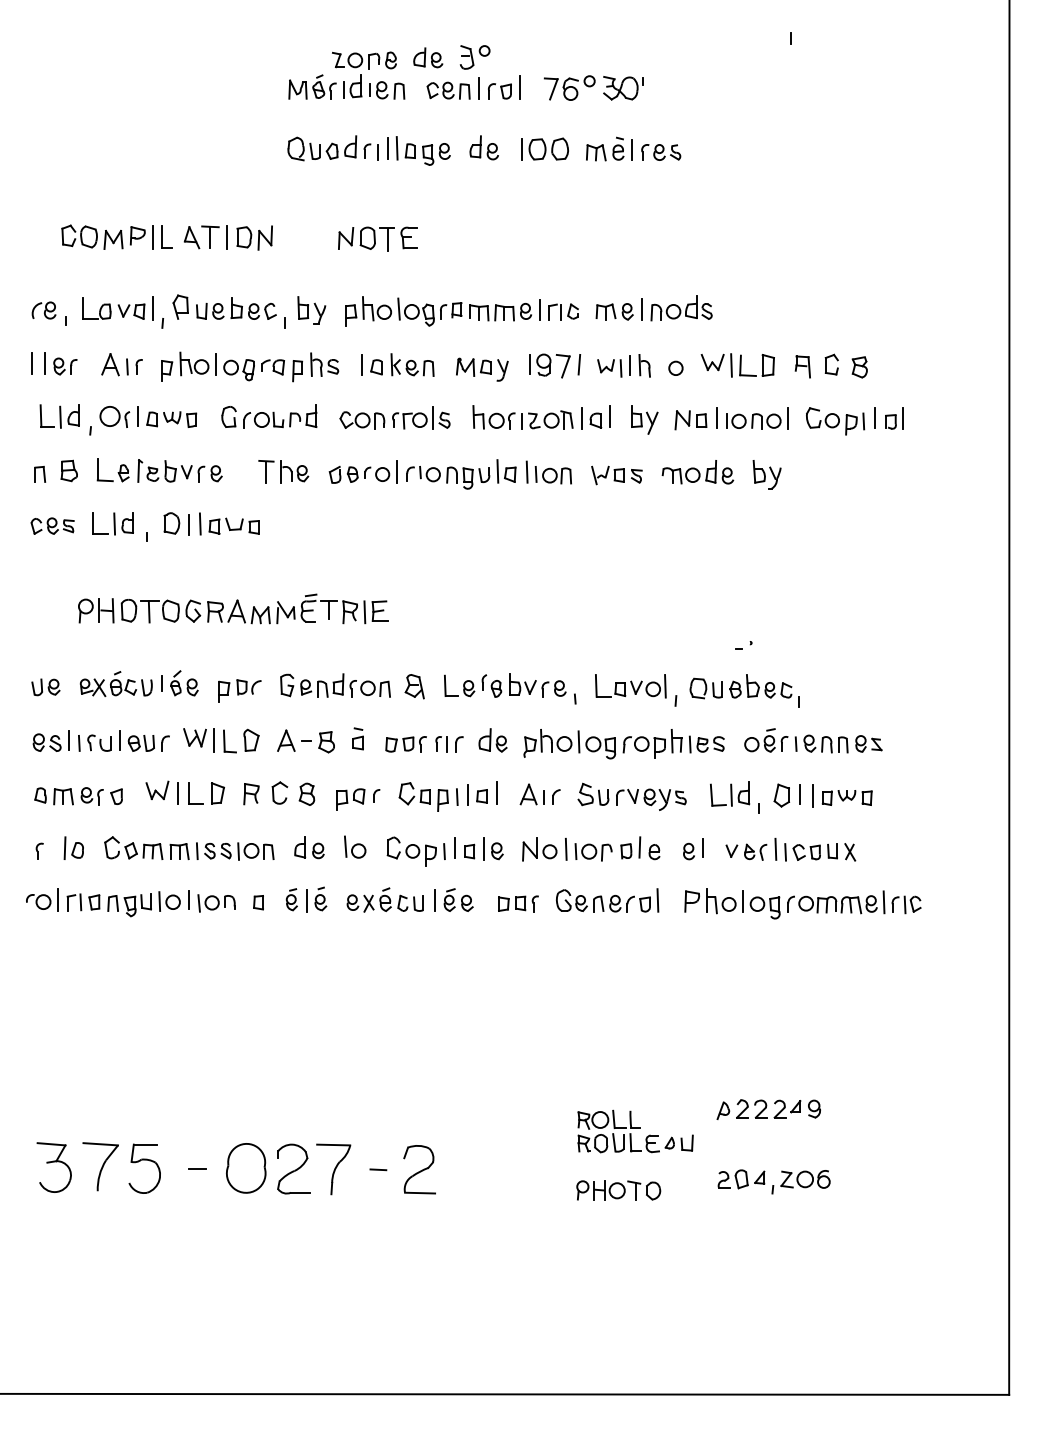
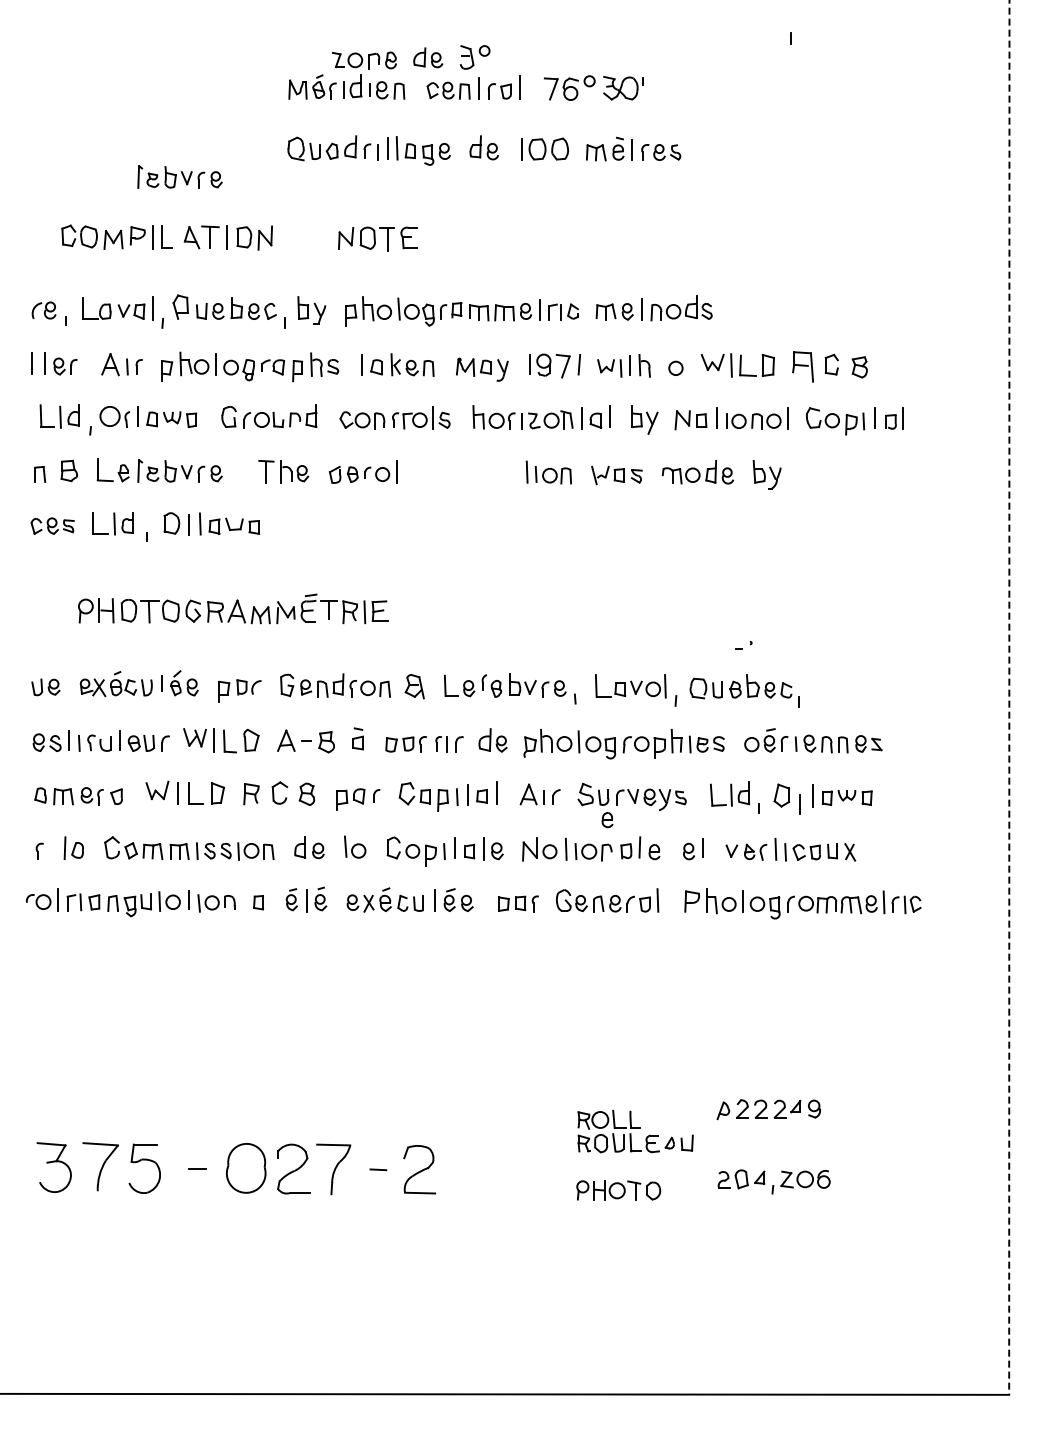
part at (179, 176): none -> present
part at (802, 366) size: 17x24 px -> 22x32 px
part at (461, 474): present -> none
line at (1009, 698): solid -> dashed
line at (799, 794) position: (799, 794) -> (799, 804)
part at (607, 820): none -> present
